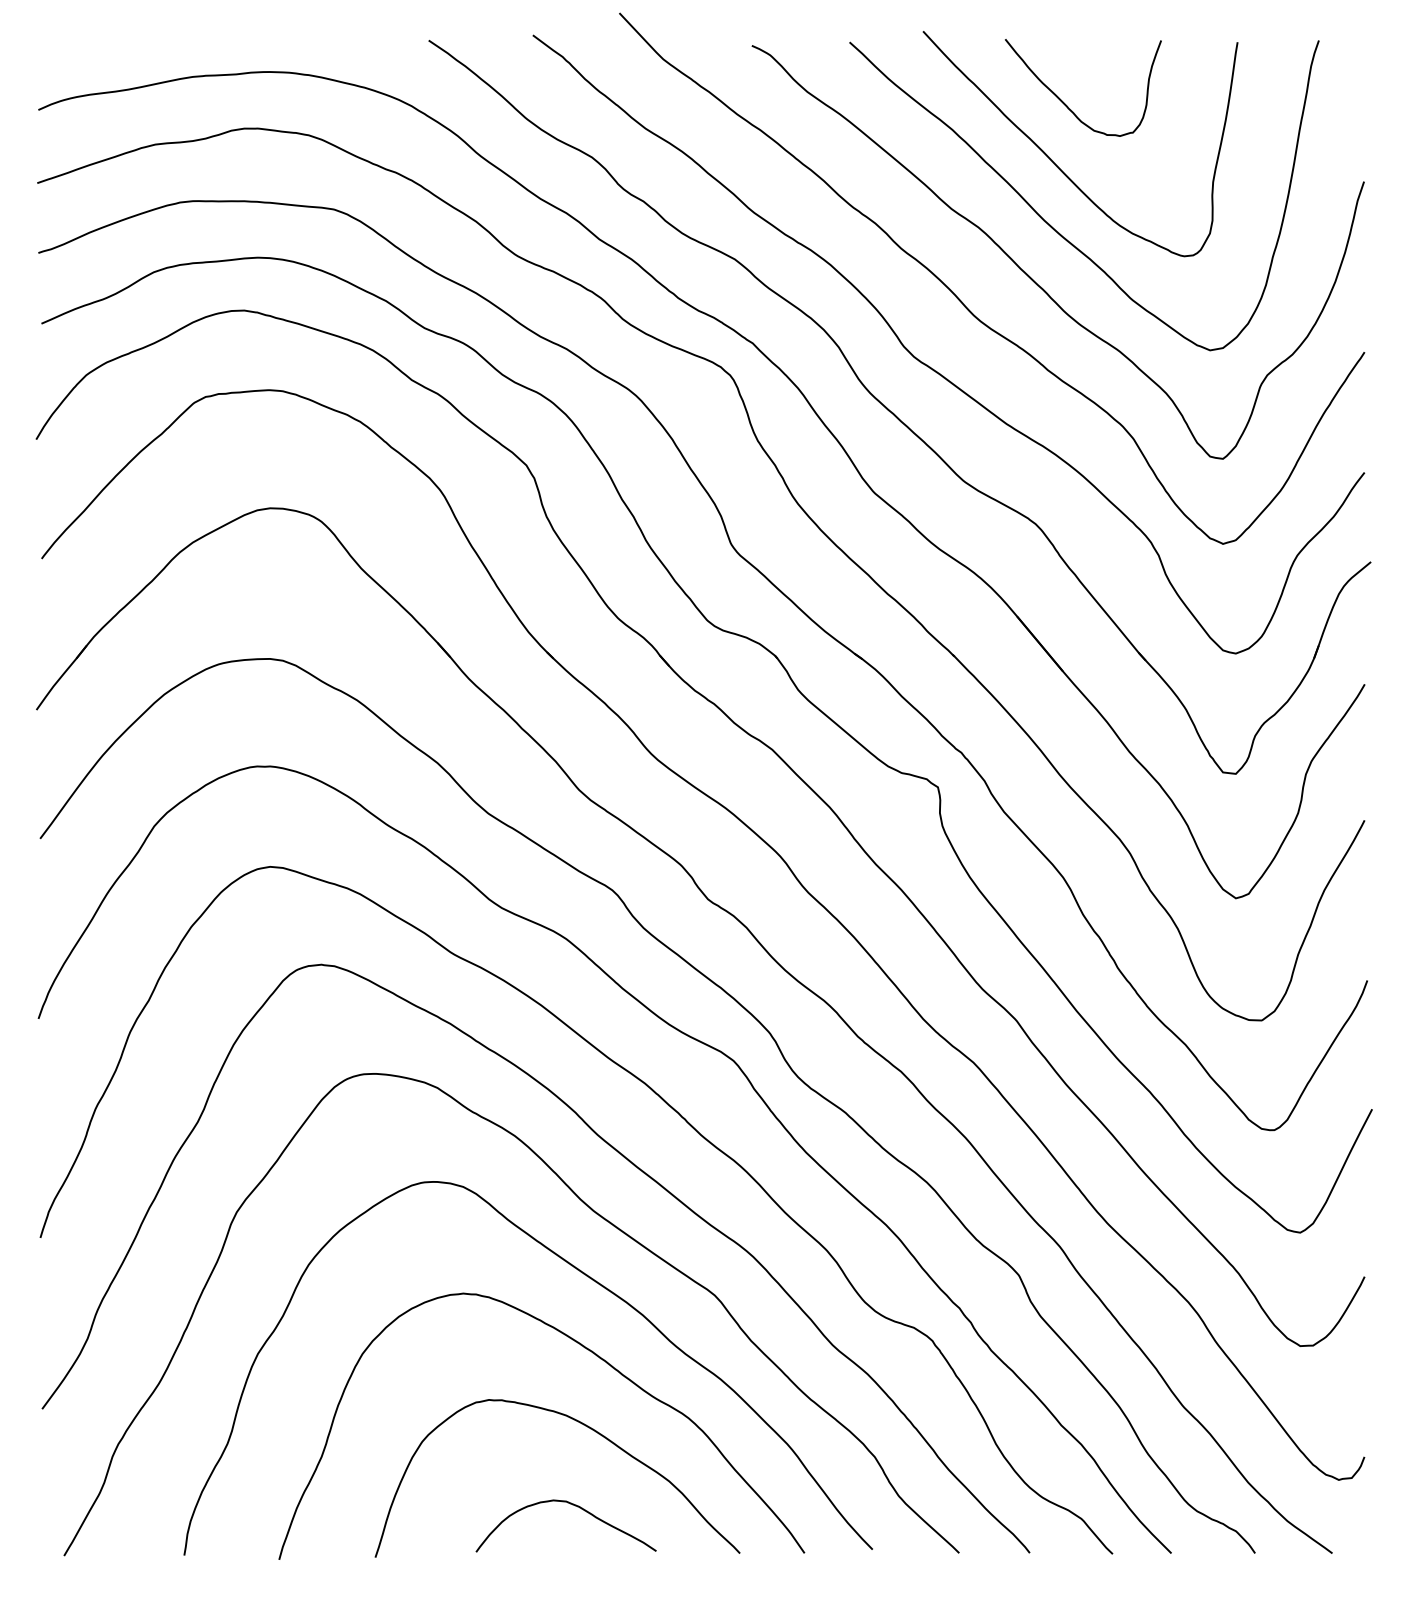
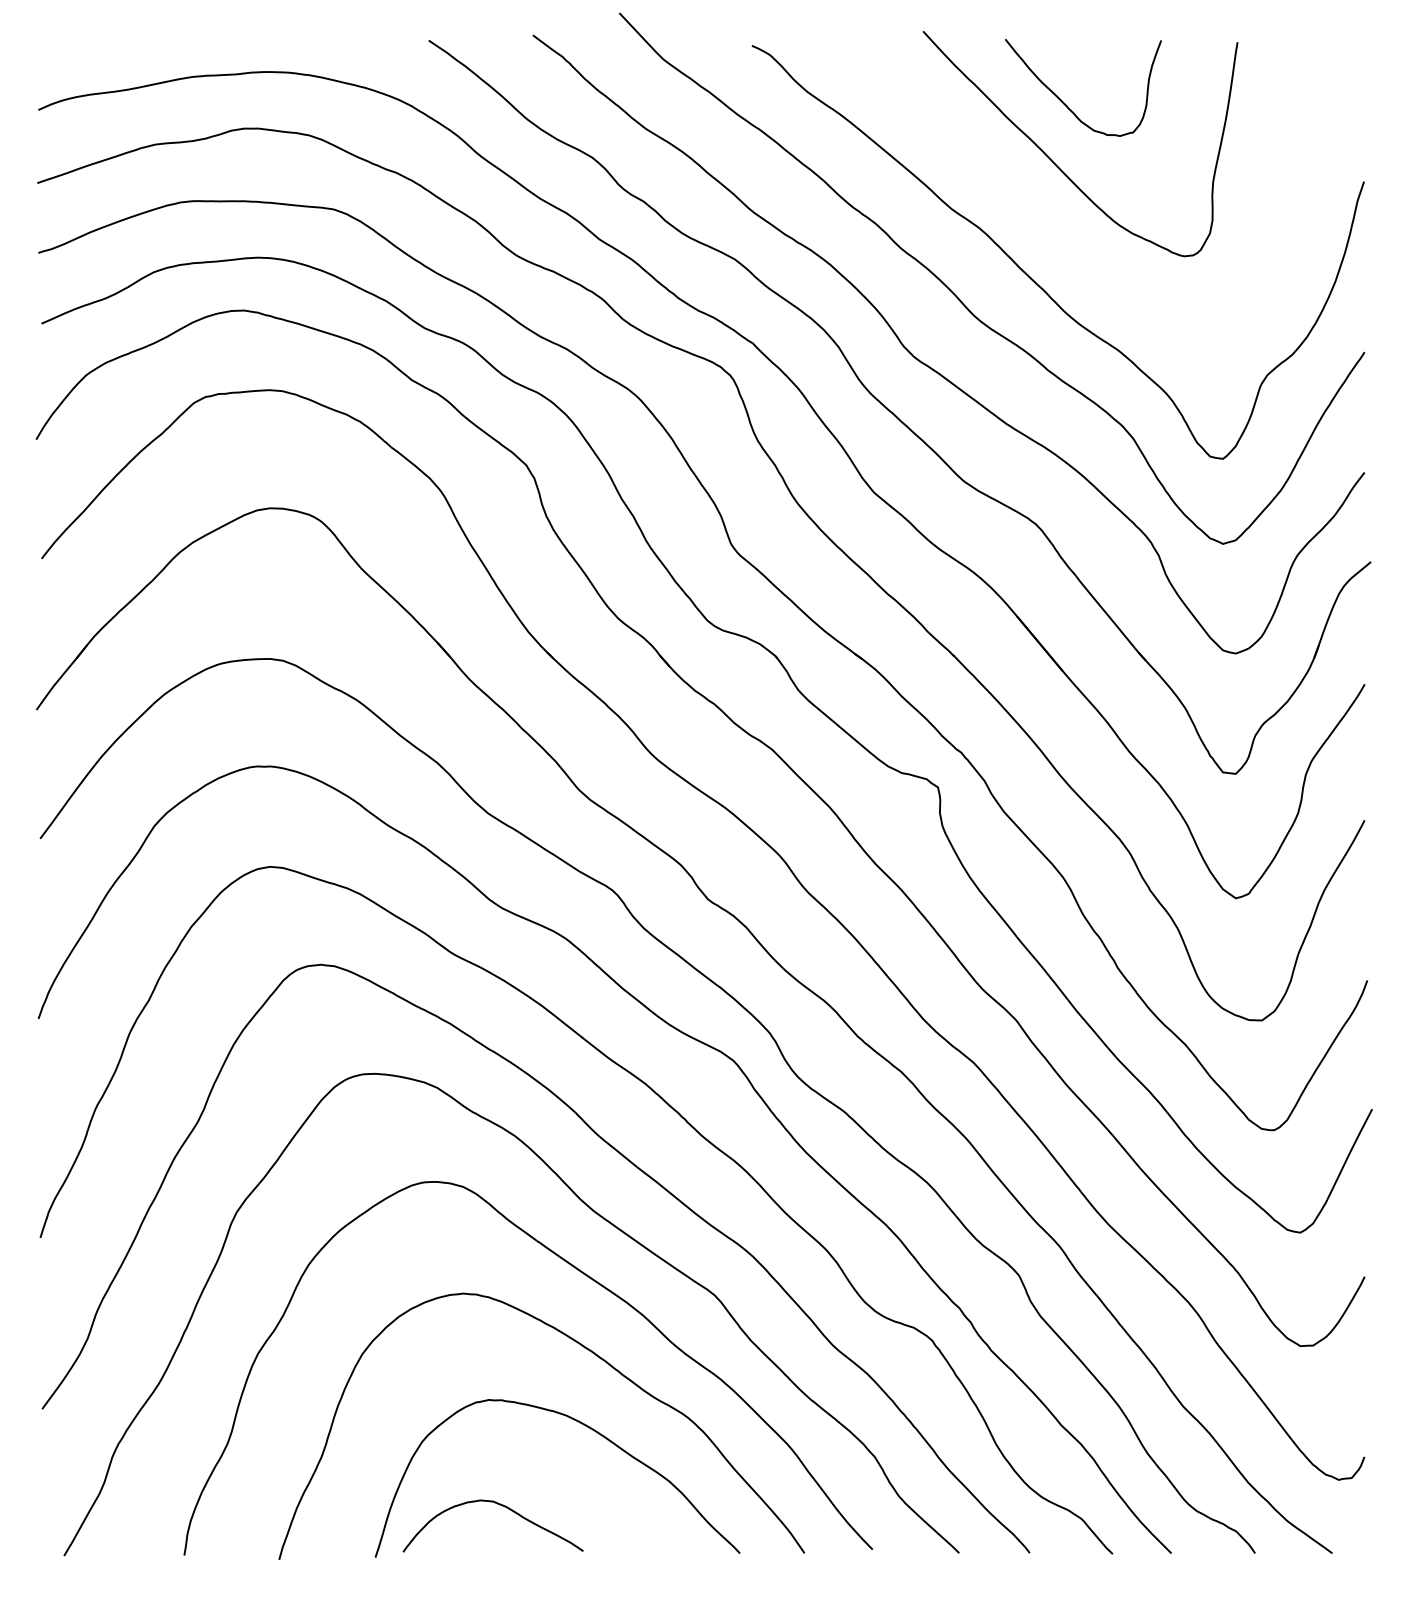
curve at (1052, 226): present -> none
curve at (572, 1505) position: (572, 1505) -> (499, 1505)
